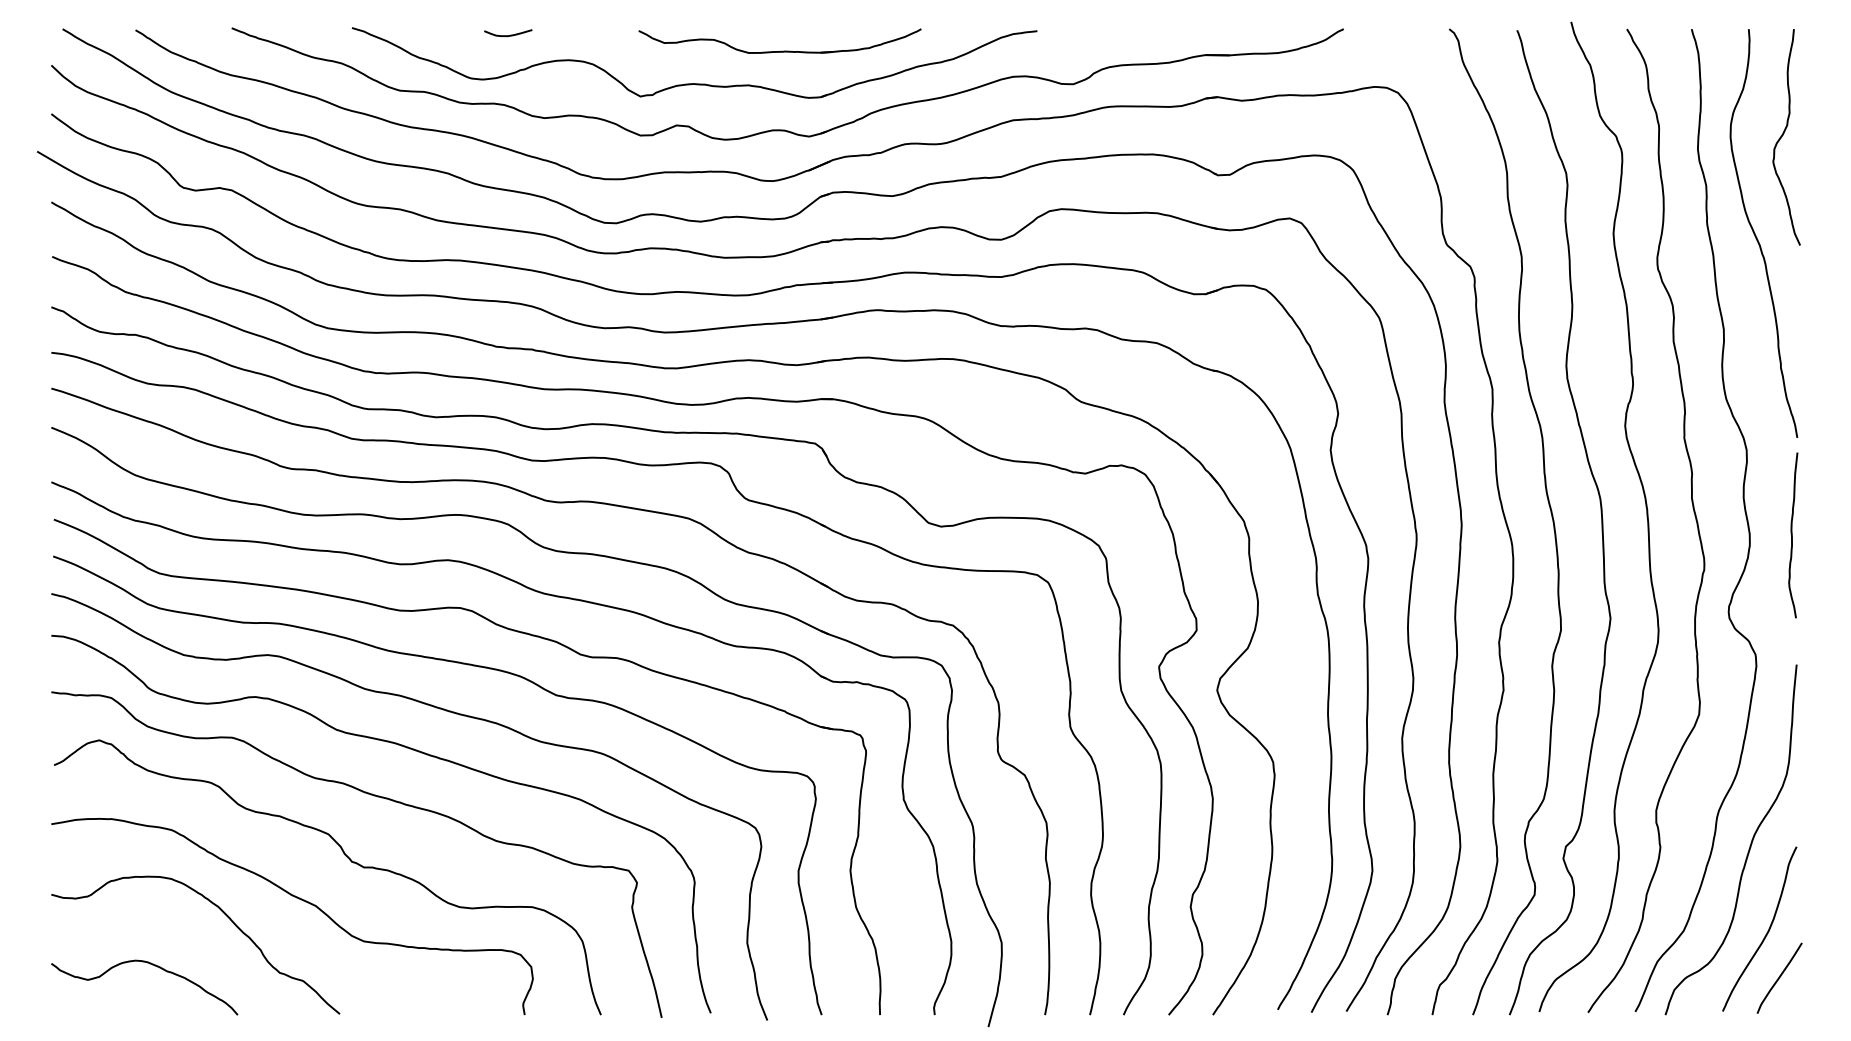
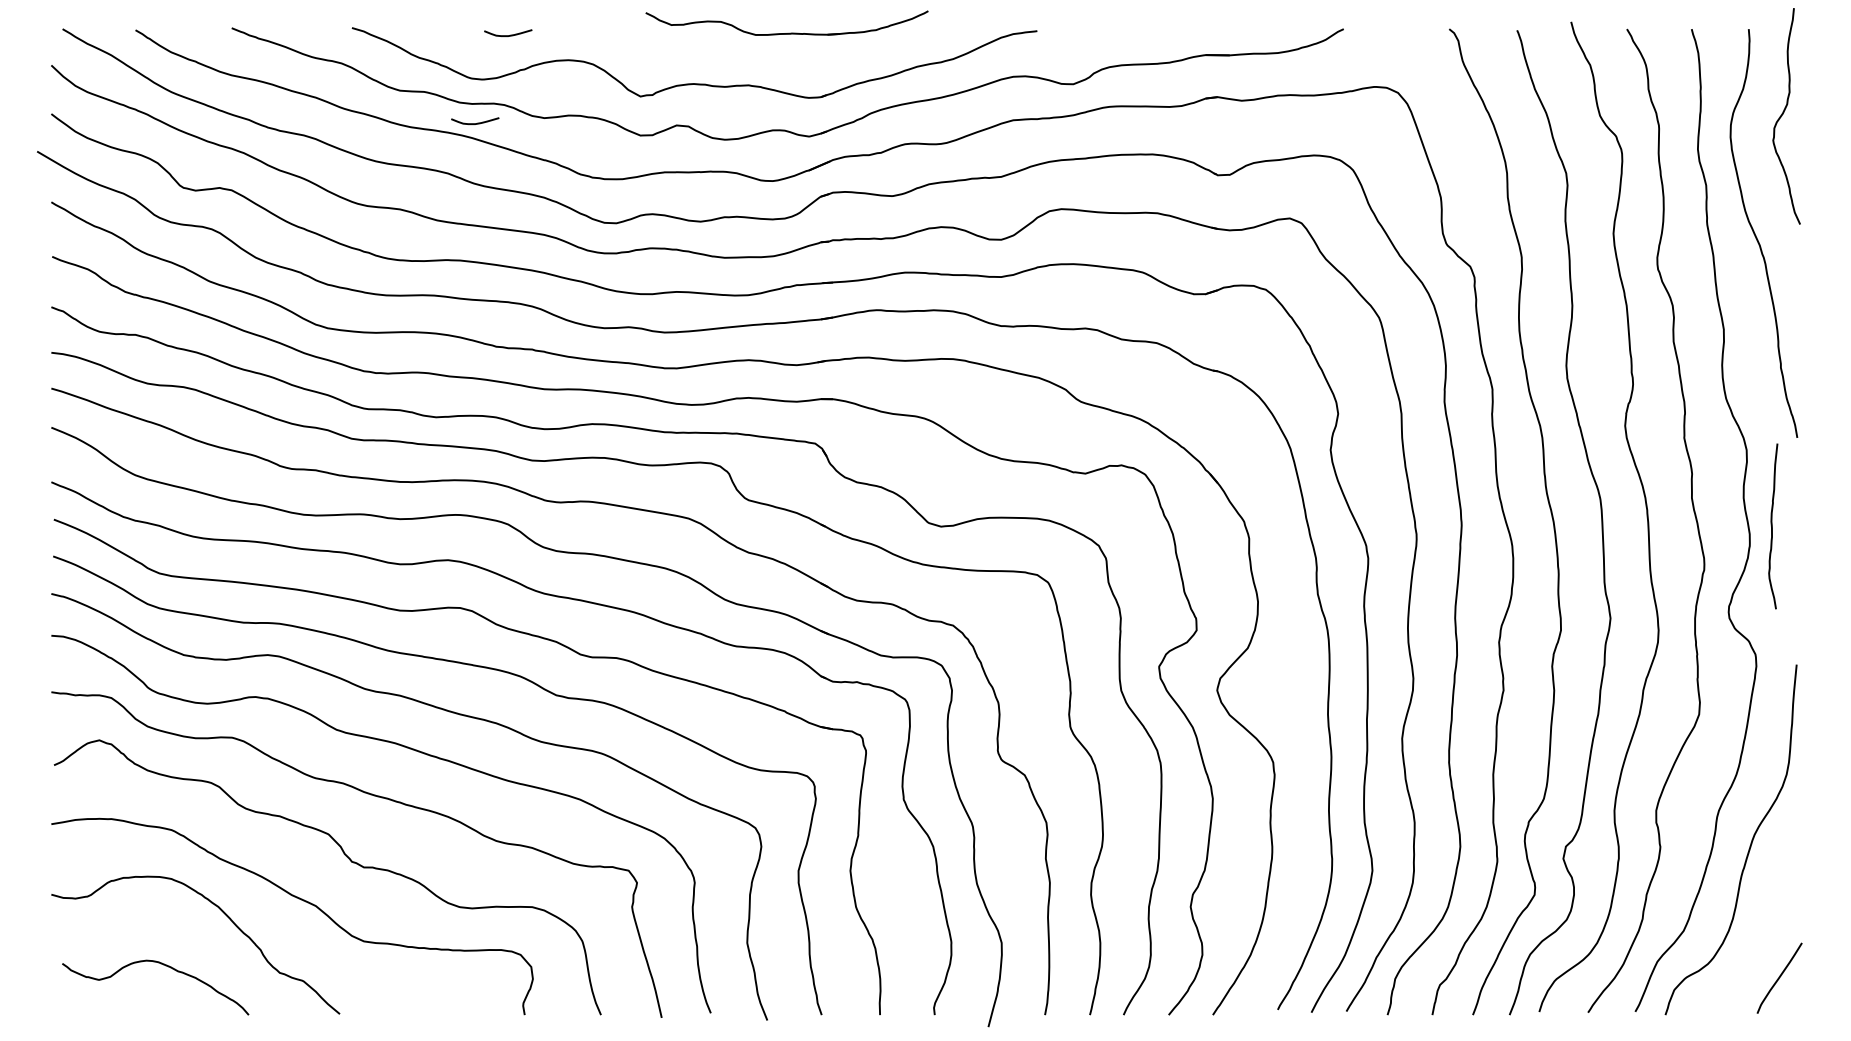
part at (781, 50) position: (781, 50) -> (788, 32)
curve at (477, 122): none -> present
curve at (1783, 135) position: (1783, 135) -> (1783, 114)
curve at (1792, 535) position: (1792, 535) -> (1772, 526)
curve at (1766, 932): present -> none
curve at (154, 966) position: (154, 966) -> (165, 966)
